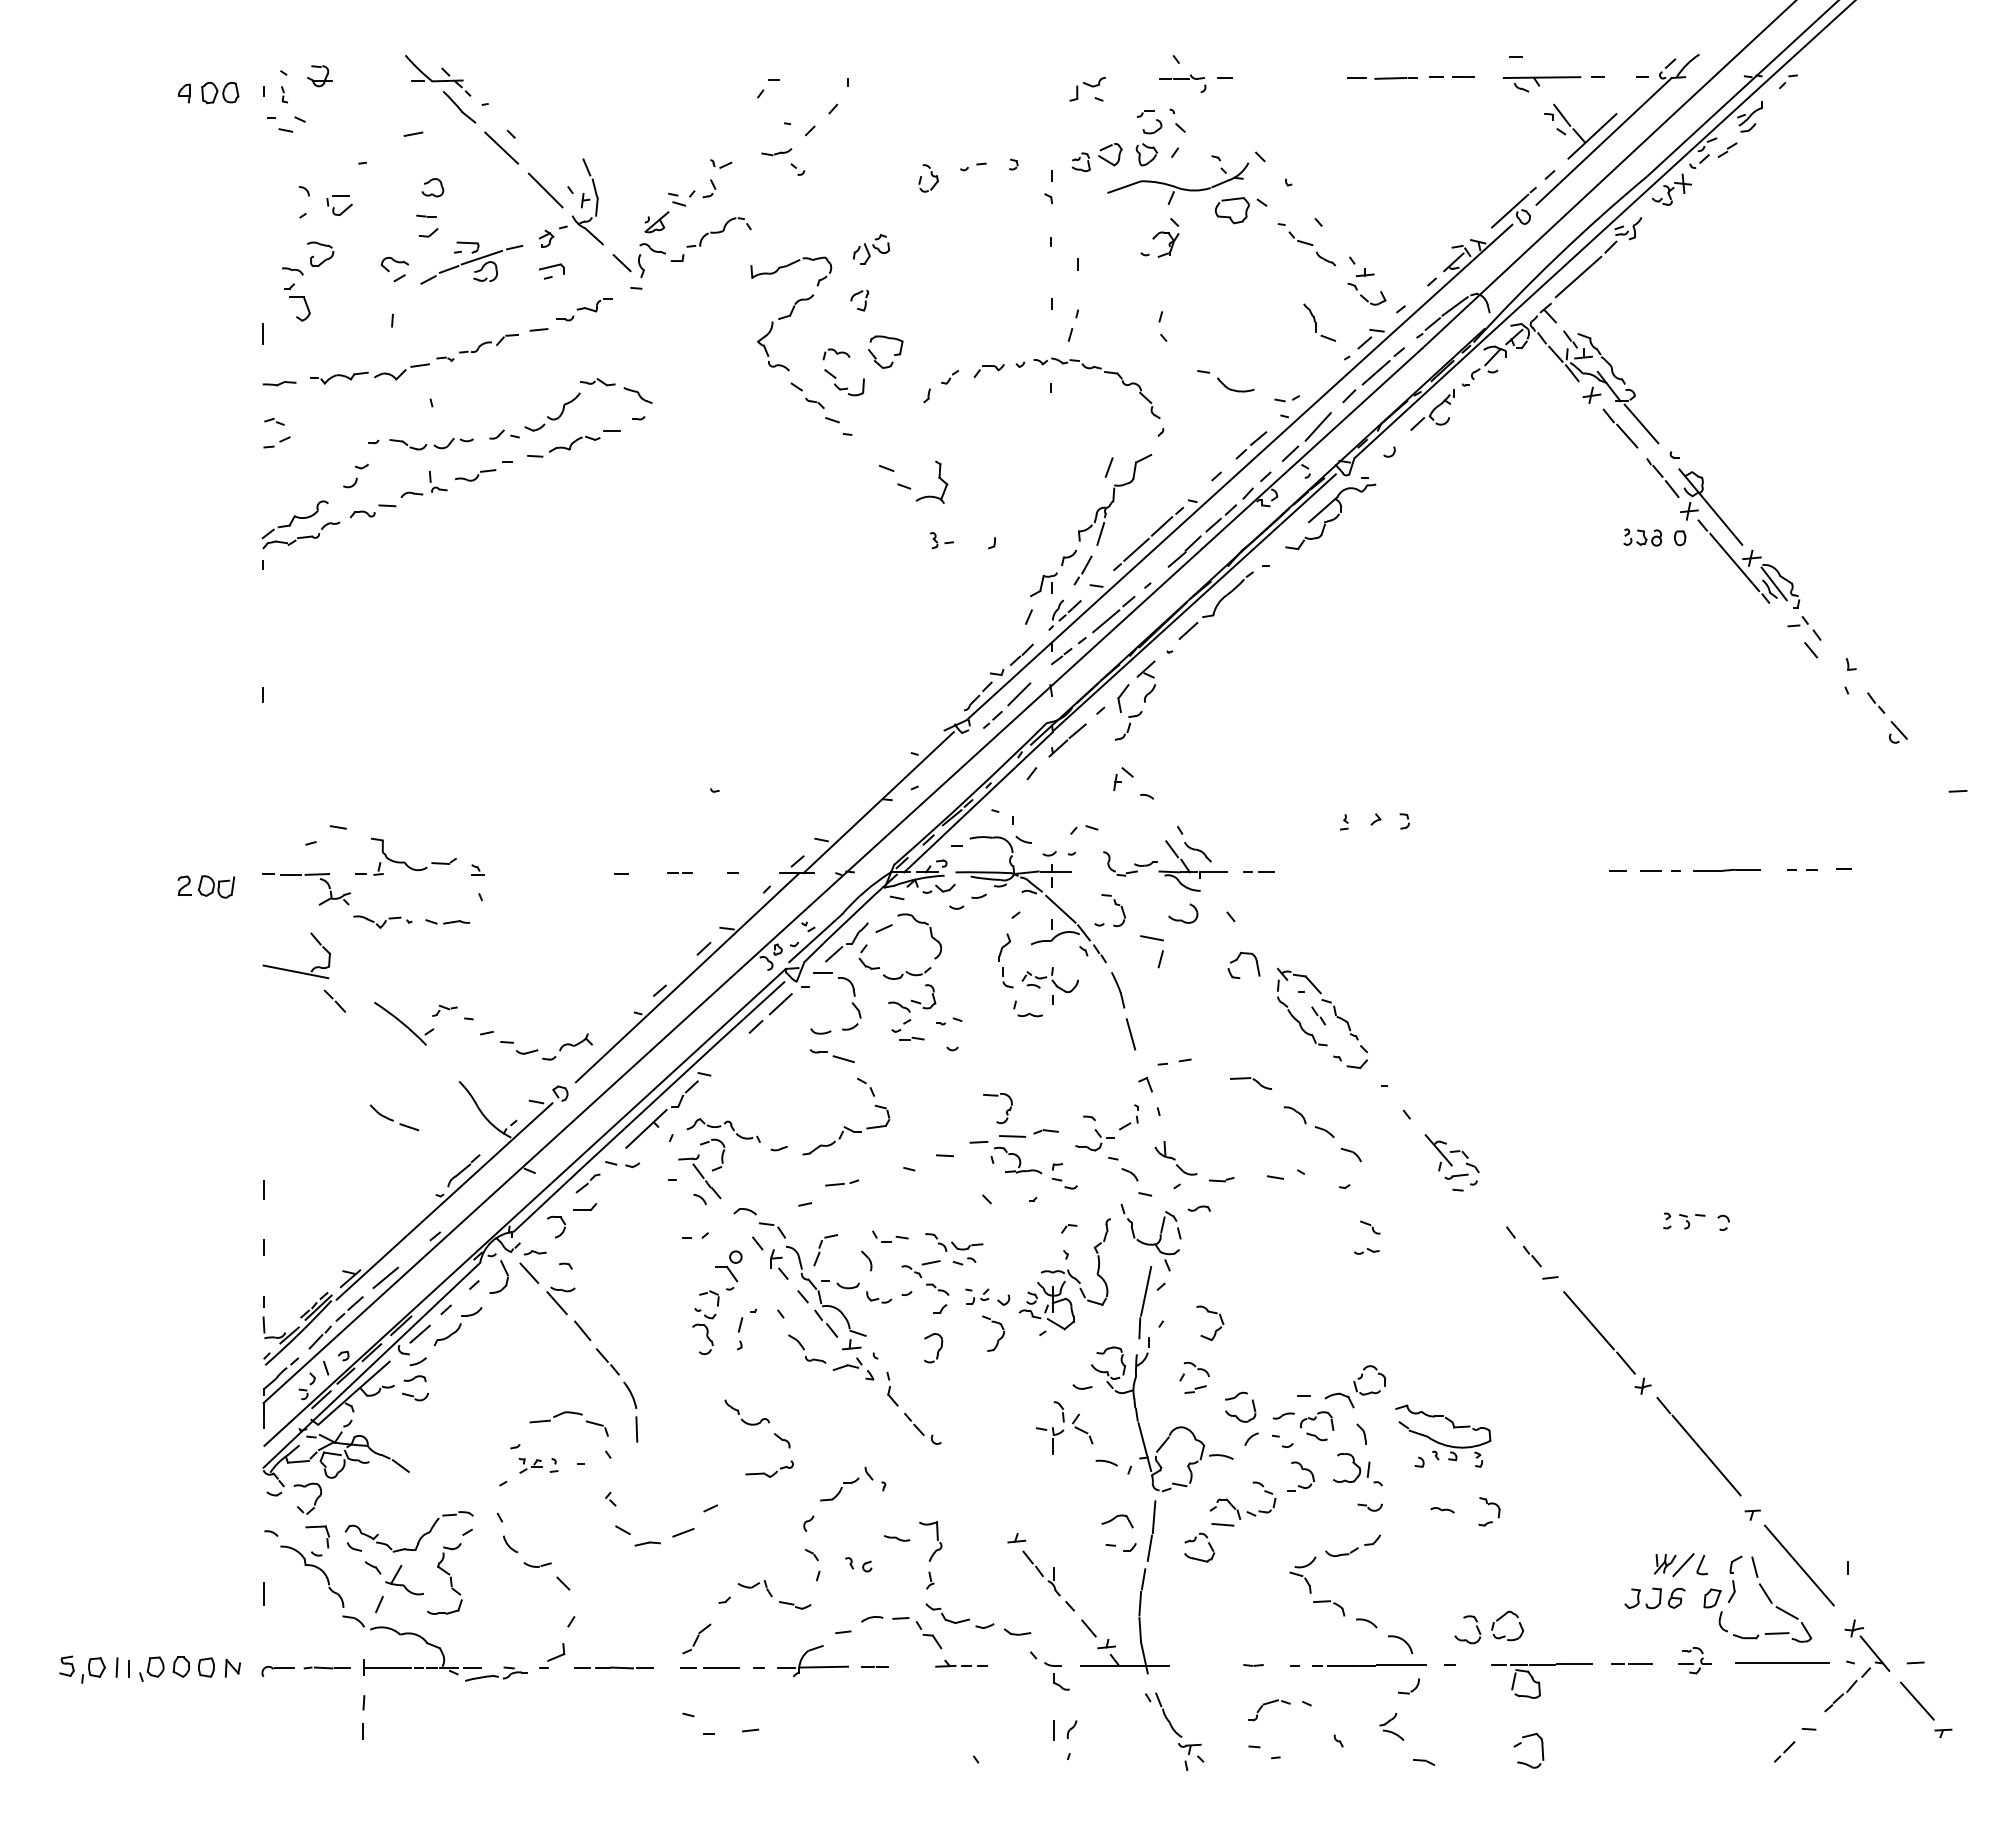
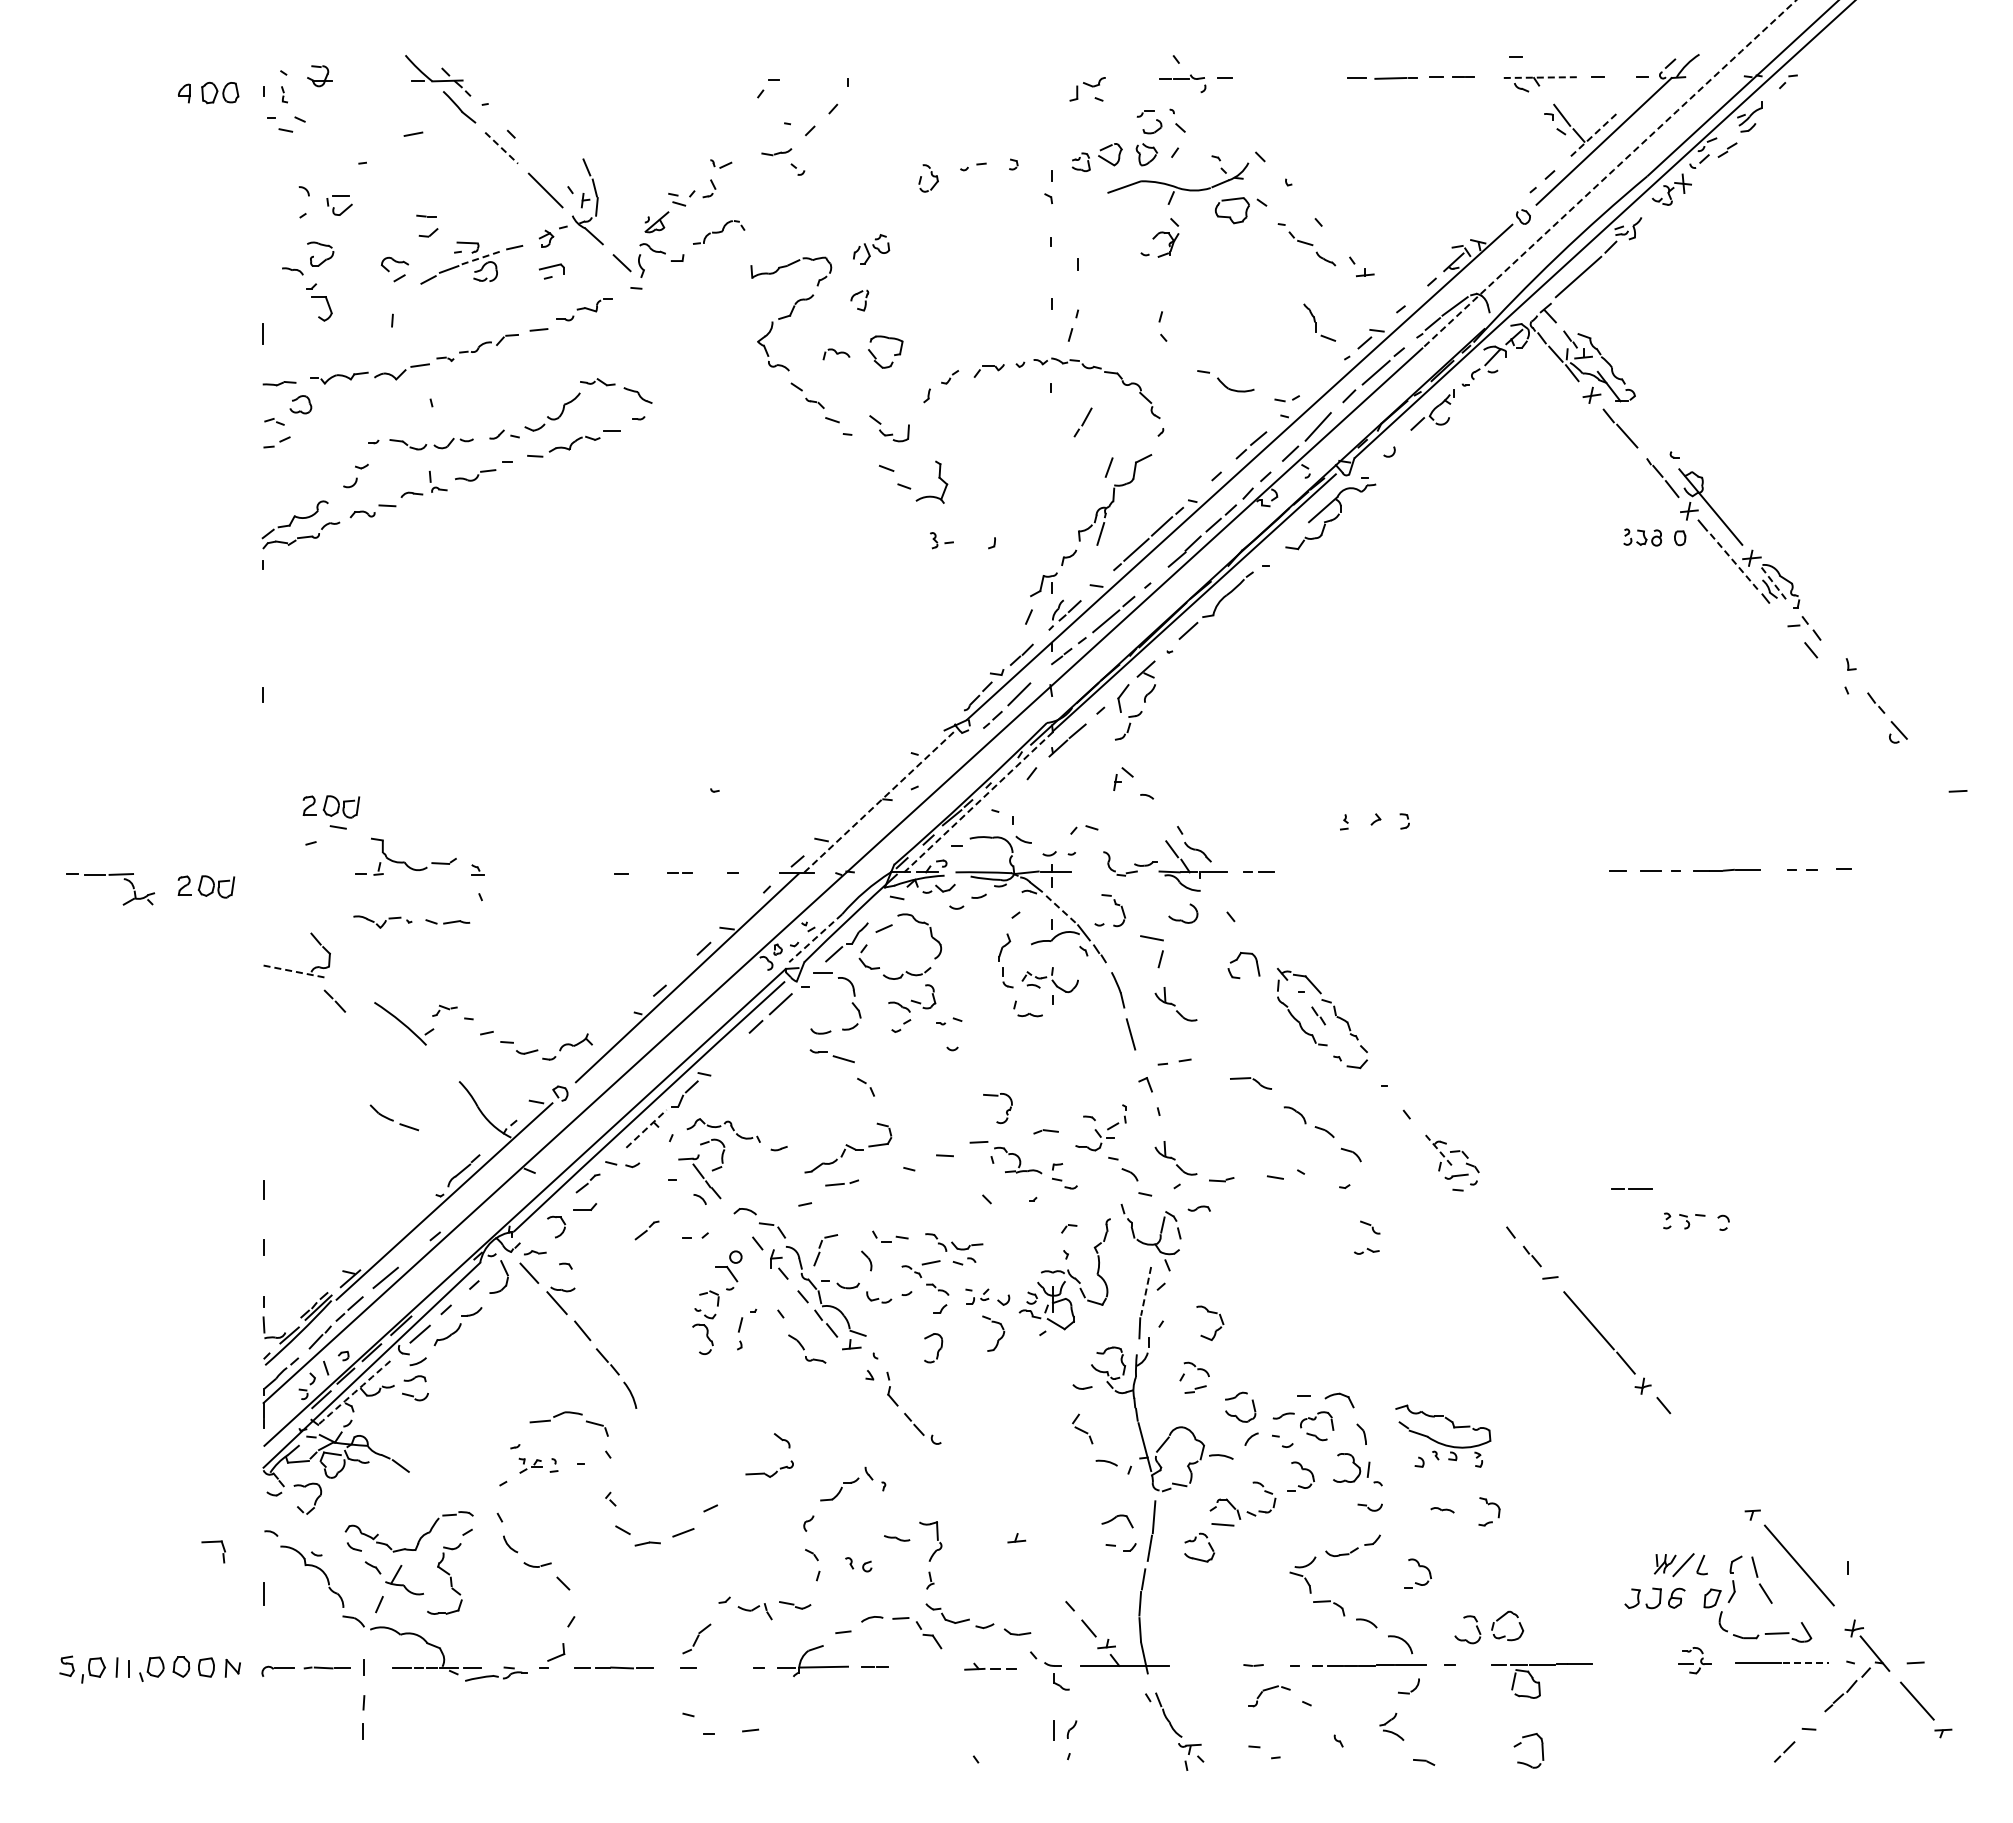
line at (1542, 77): solid -> dashed
line at (1592, 136): solid -> dashed
line at (501, 148): solid -> dashed
arc at (1609, 173): solid -> dashed
part at (432, 187) position: (432, 187) -> (300, 404)
line at (1510, 210): present -> none
part at (718, 232) size: 66x31 px -> 53x25 px
line at (482, 257): solid -> dashed
part at (1366, 293): present -> none
part at (297, 302) position: (297, 302) -> (319, 302)
part at (844, 382) position: (844, 382) -> (889, 428)
line at (1641, 423): present -> none
line at (1734, 562): solid -> dashed
part at (1082, 570) position: (1082, 570) -> (1082, 422)
line at (1774, 583): solid -> dashed
line at (978, 802): solid -> dashed
line at (878, 803): solid -> dashed
part at (331, 806): none -> present
part at (306, 875) position: (306, 875) -> (110, 875)
line at (1060, 909): solid -> dashed
line at (815, 938): solid -> dashed
line at (295, 971): solid -> dashed
part at (1175, 1004): none -> present
part at (911, 1038): present -> none
part at (1128, 1117) position: (1128, 1117) -> (1116, 1117)
line at (646, 1128): solid -> dashed
part at (846, 1129) position: (846, 1129) -> (848, 1147)
line at (1012, 1136): present -> none
line at (1438, 1150): solid -> dashed
part at (646, 1230): none -> present
line at (1146, 1291): solid -> dashed
part at (847, 1363): present -> none
part at (1362, 1377): present -> none
arc at (354, 1392): solid -> dashed
part at (739, 1412): present -> none
part at (1050, 1427): present -> none
line at (636, 1429): present -> none
line at (1706, 1455): present -> none
part at (317, 1527) position: (317, 1527) -> (213, 1542)
part at (1419, 1567): none -> present
part at (1041, 1573): present -> none
part at (754, 1588) position: (754, 1588) -> (754, 1611)
line at (1786, 1612): present -> none
part at (961, 1663) position: (961, 1663) -> (990, 1666)
line at (1631, 1663) position: (1631, 1663) -> (1631, 1188)
line at (1806, 1663): solid -> dashed
line at (720, 1667): present -> none
line at (377, 1668): present -> none
part at (1267, 1704) position: (1267, 1704) -> (1267, 1690)
